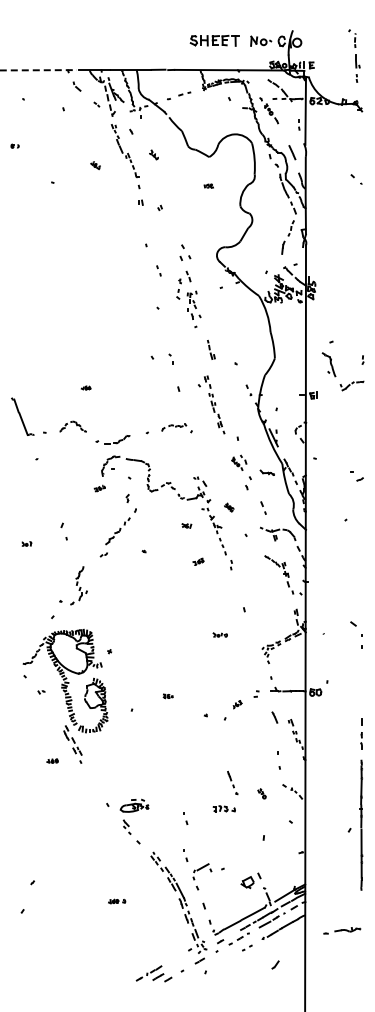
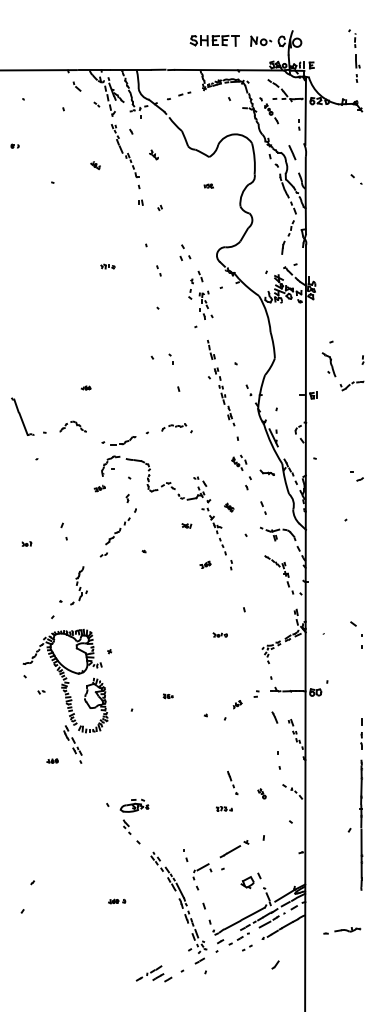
line at (39, 70): dashed -> solid
part at (107, 266): none -> present
part at (188, 294) position: (188, 294) -> (200, 294)
part at (211, 404) position: (211, 404) -> (221, 396)
part at (112, 439) position: (112, 439) -> (118, 440)
part at (198, 561) position: (198, 561) -> (205, 564)
part at (223, 808) size: 24x8 px -> 17x6 px
part at (185, 818): present -> none
part at (234, 849): none -> present
